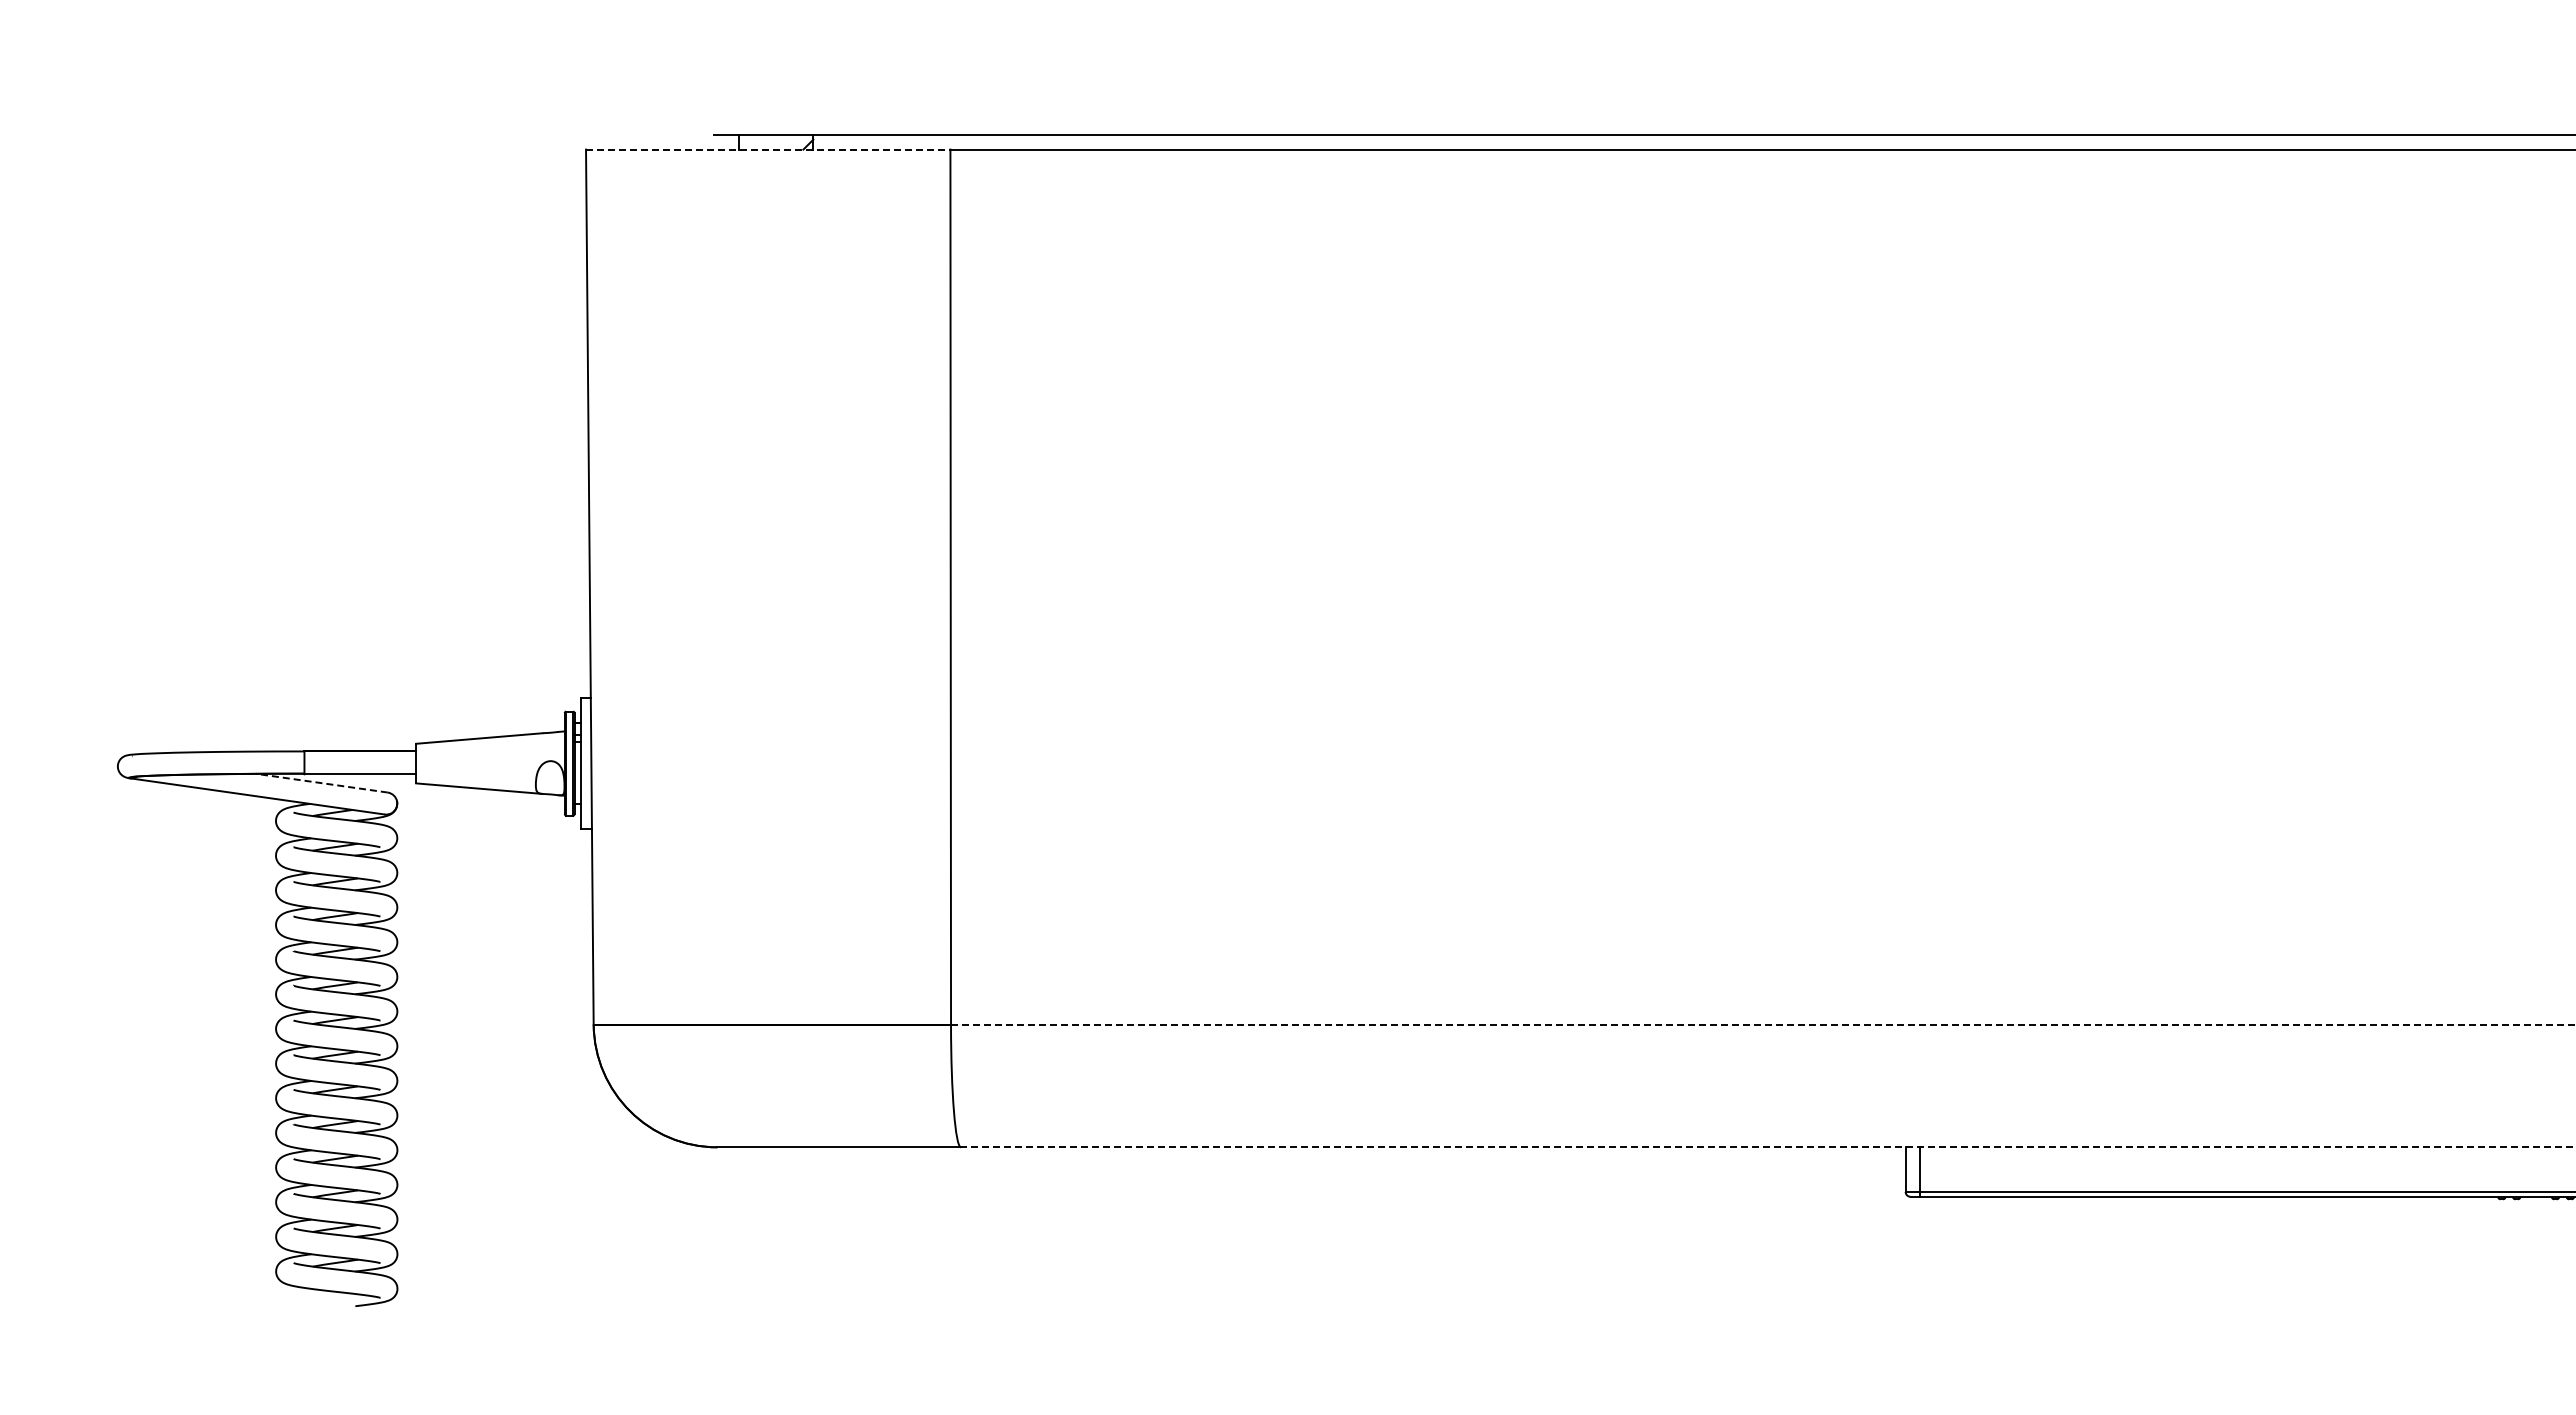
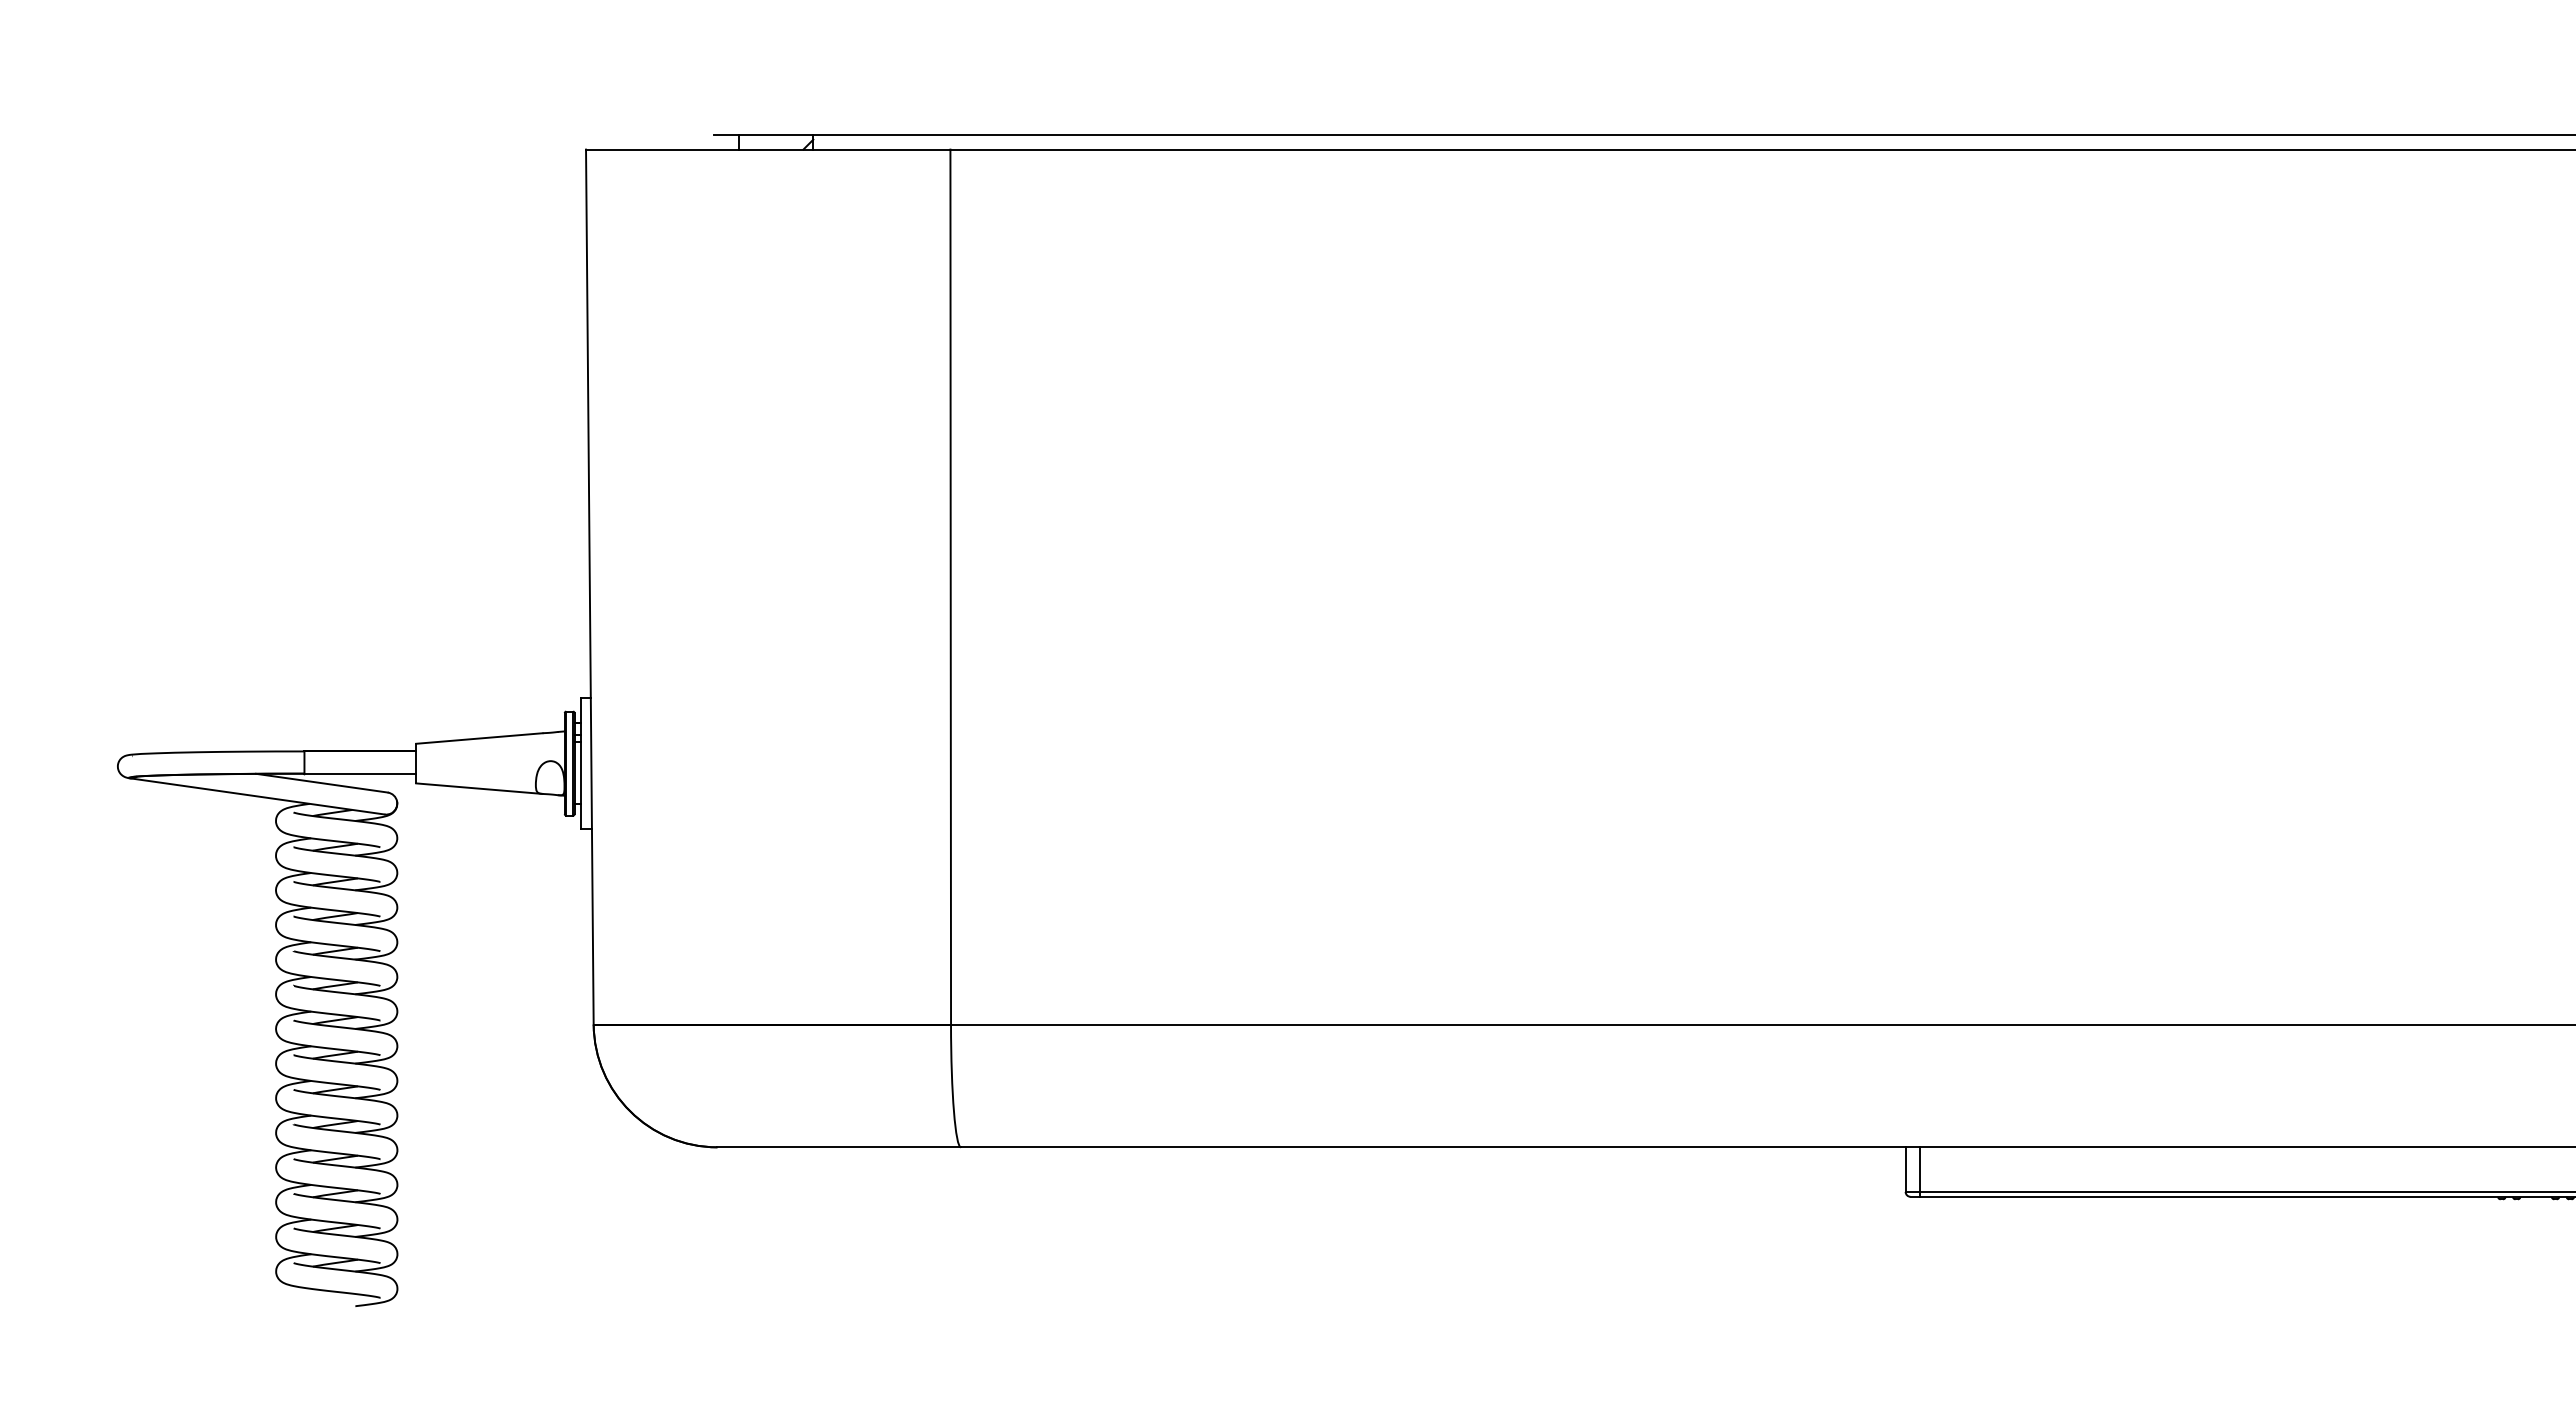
line at (768, 149): dashed -> solid
line at (321, 783): dashed -> solid
line at (1763, 1024): dashed -> solid
line at (1767, 1147): dashed -> solid
